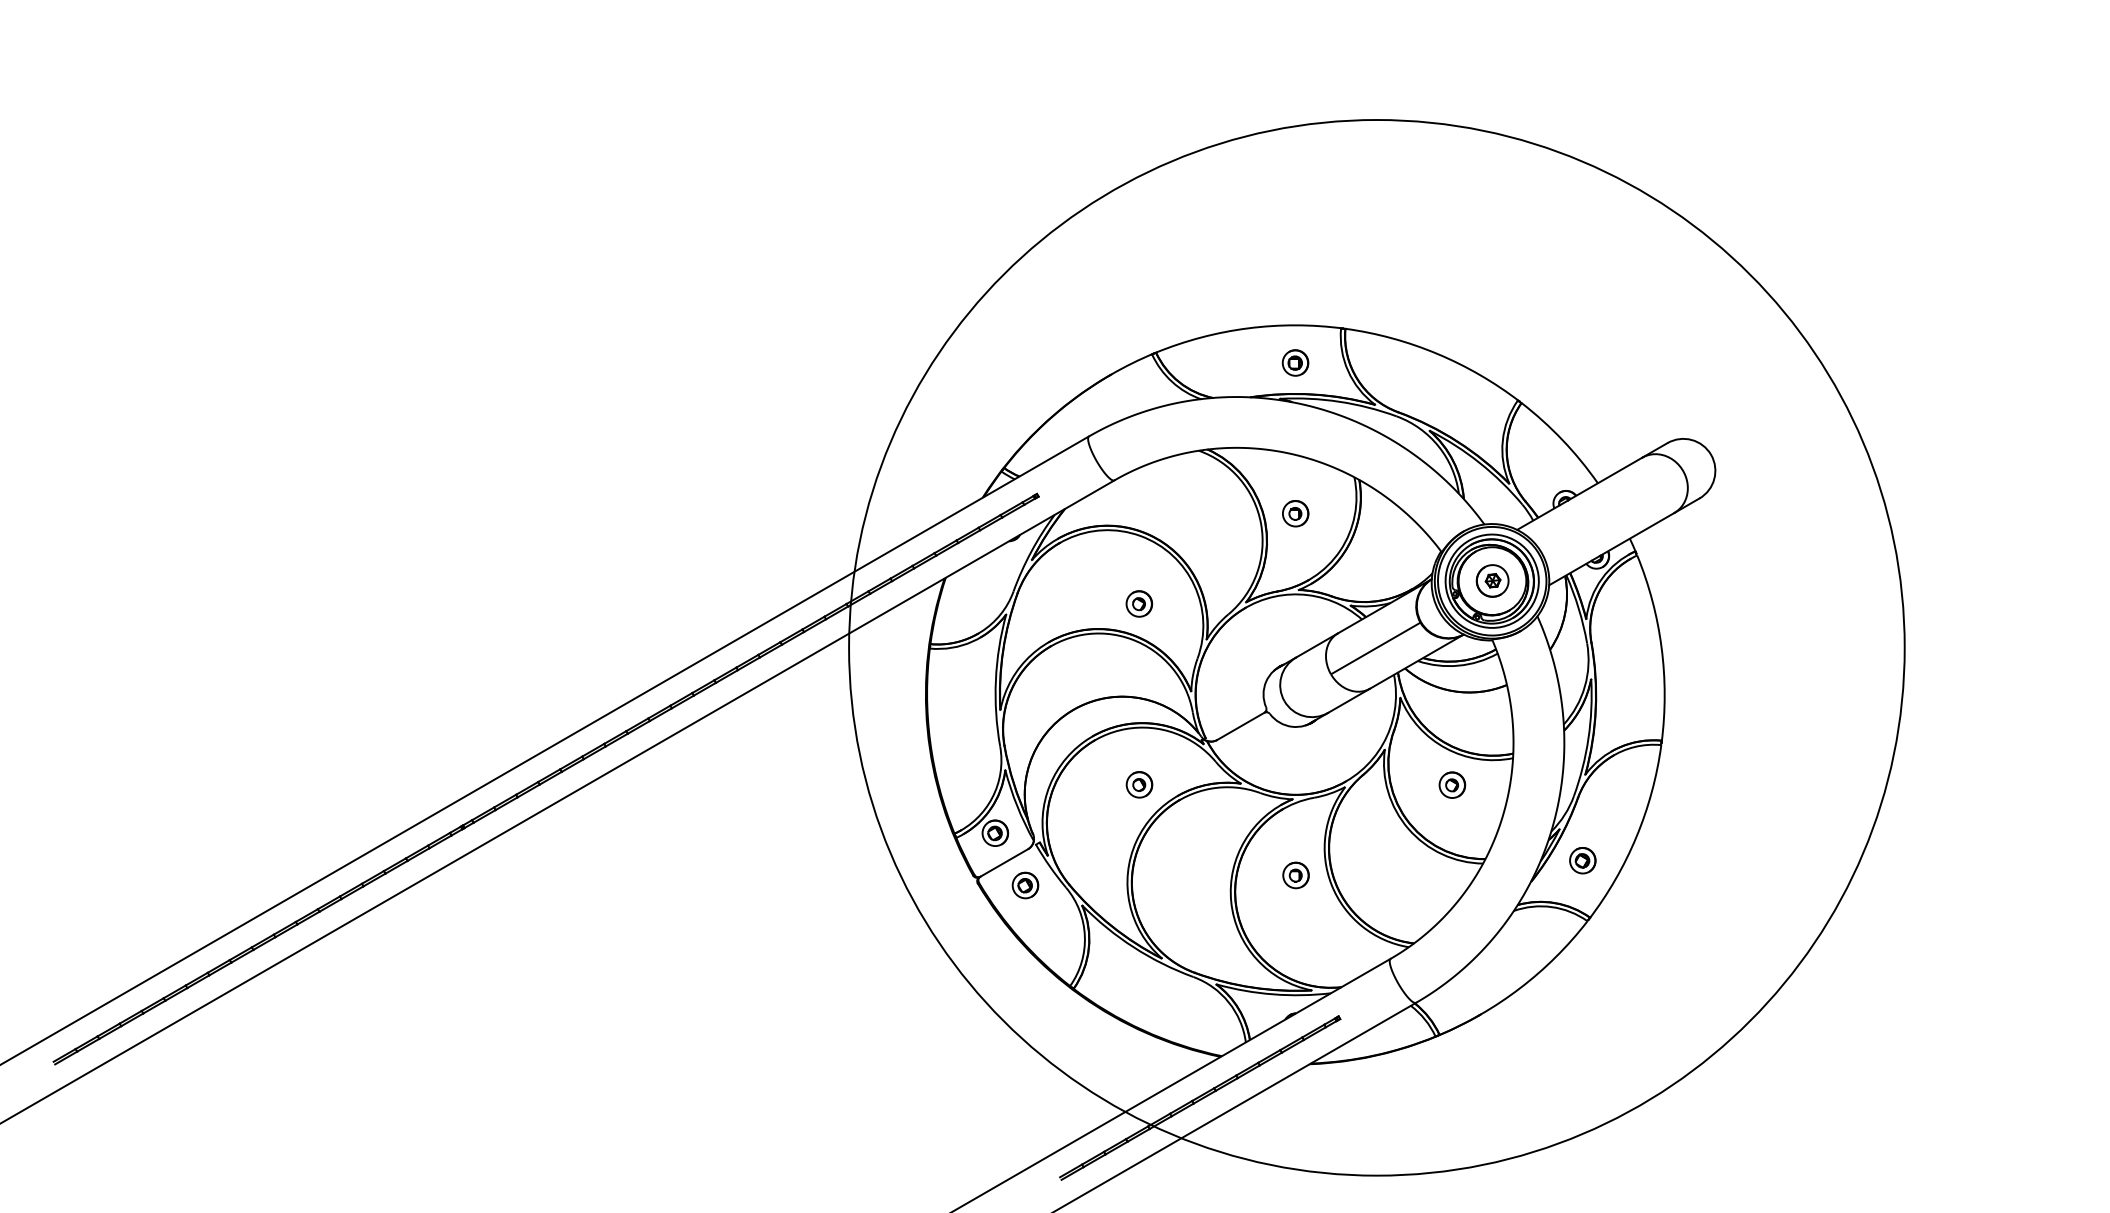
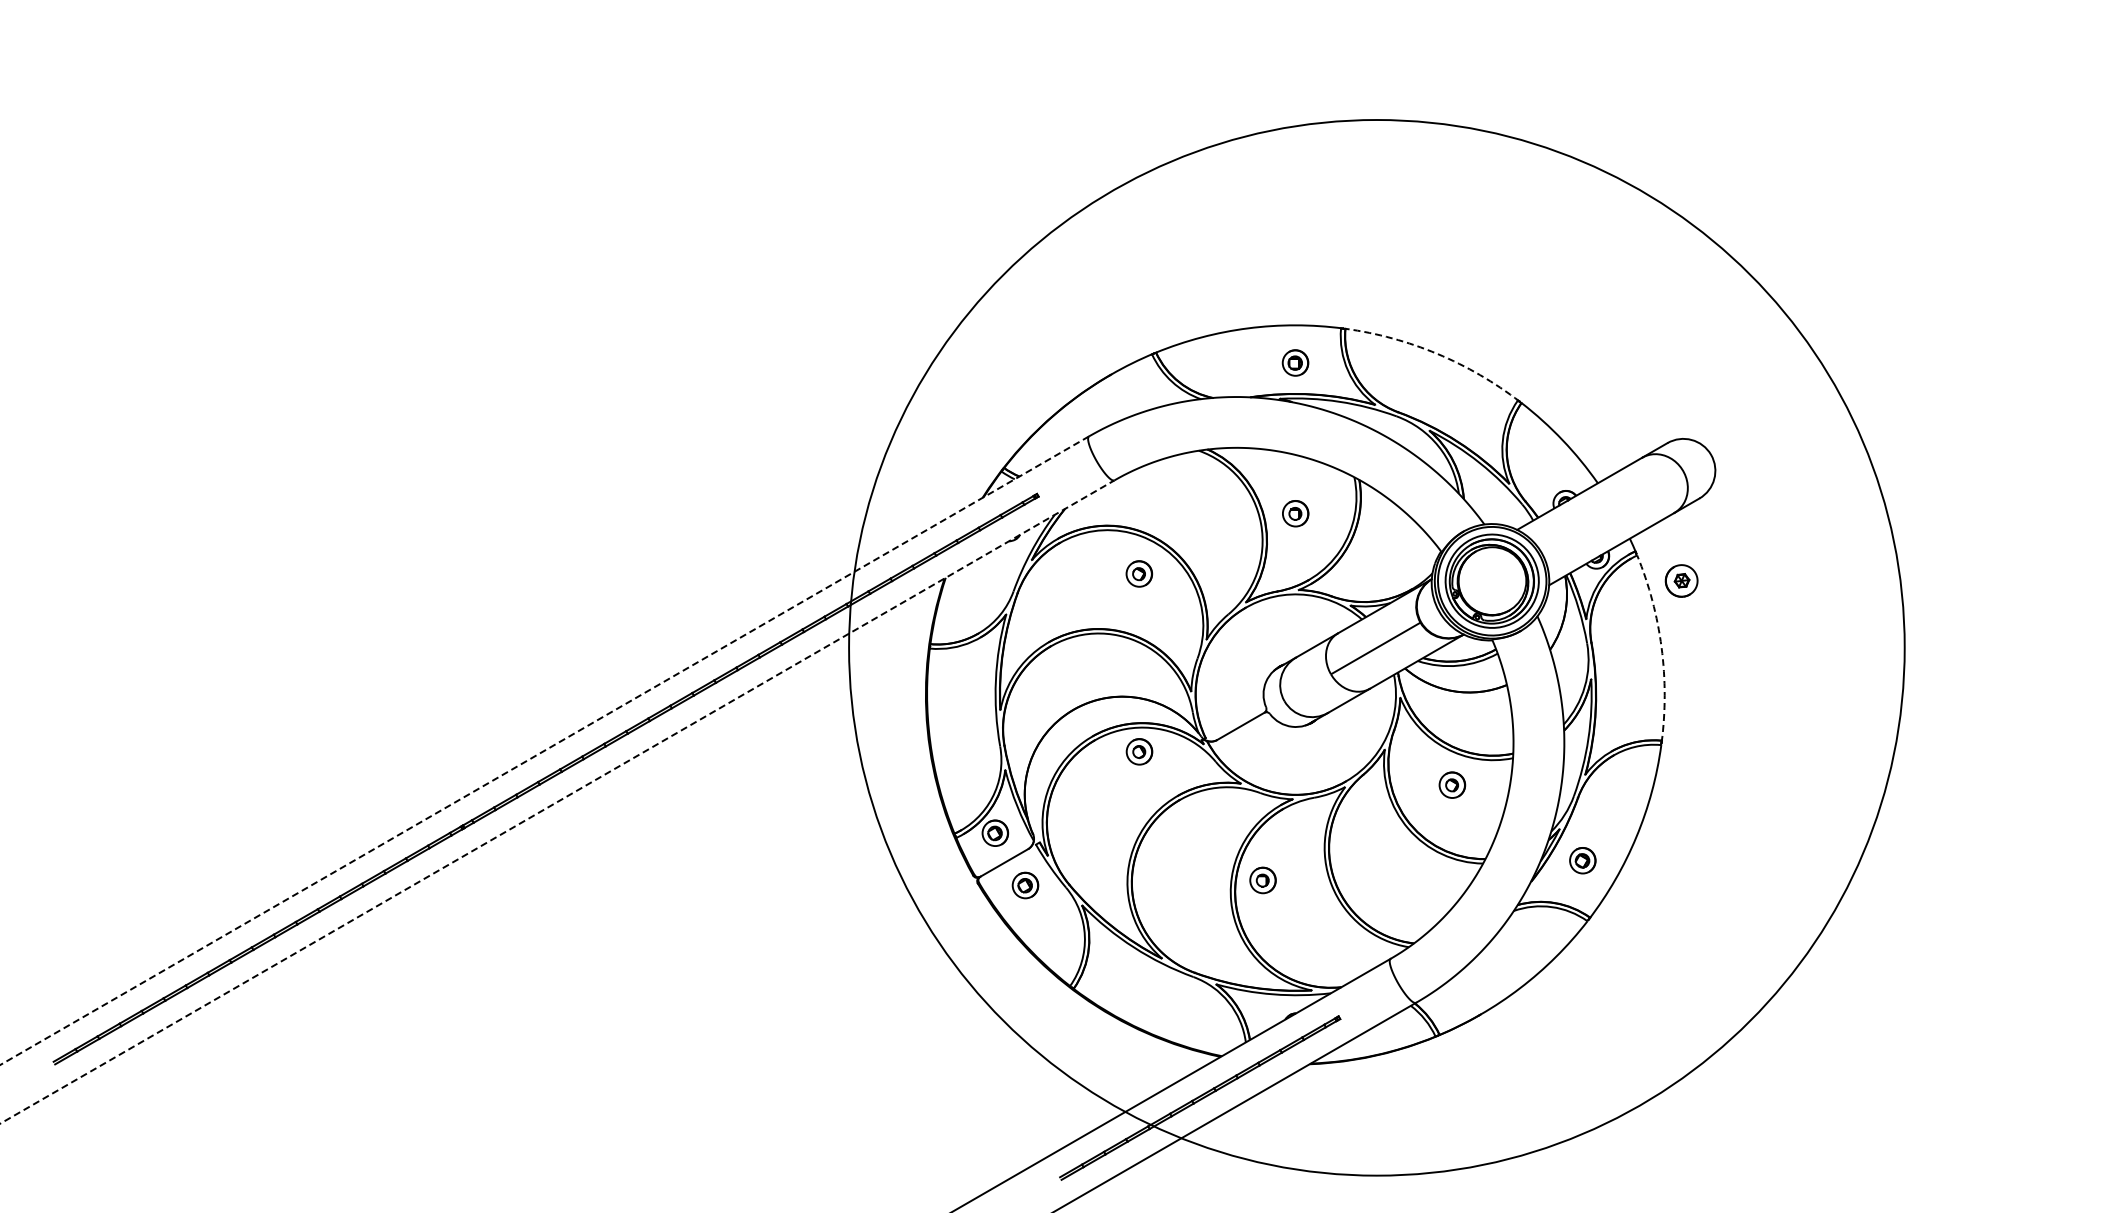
arc at (1437, 353): solid -> dashed
part at (1492, 580) position: (1492, 580) -> (1681, 580)
part at (1139, 603) position: (1139, 603) -> (1139, 573)
arc at (1661, 647): solid -> dashed
line at (544, 750): solid -> dashed
part at (1139, 784) position: (1139, 784) -> (1139, 751)
line at (557, 801): solid -> dashed
part at (1295, 875) position: (1295, 875) -> (1262, 880)
